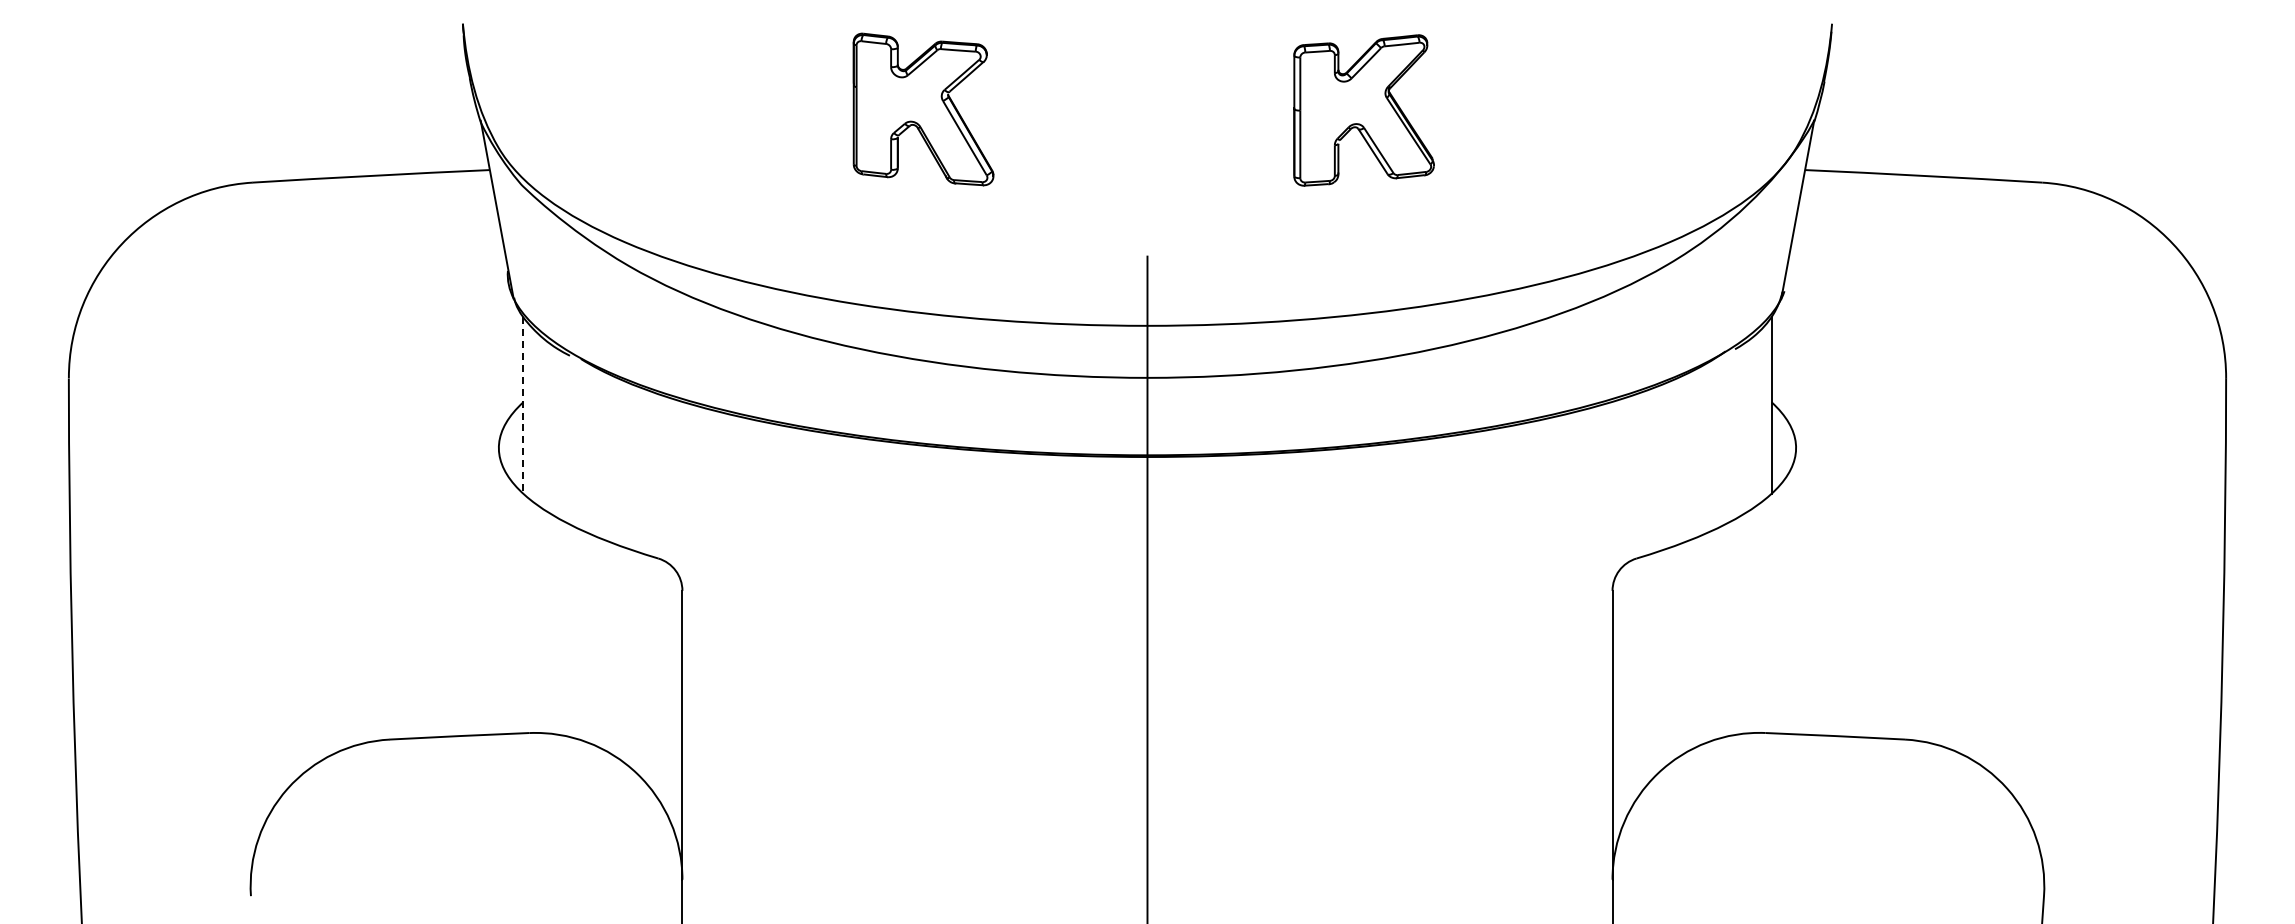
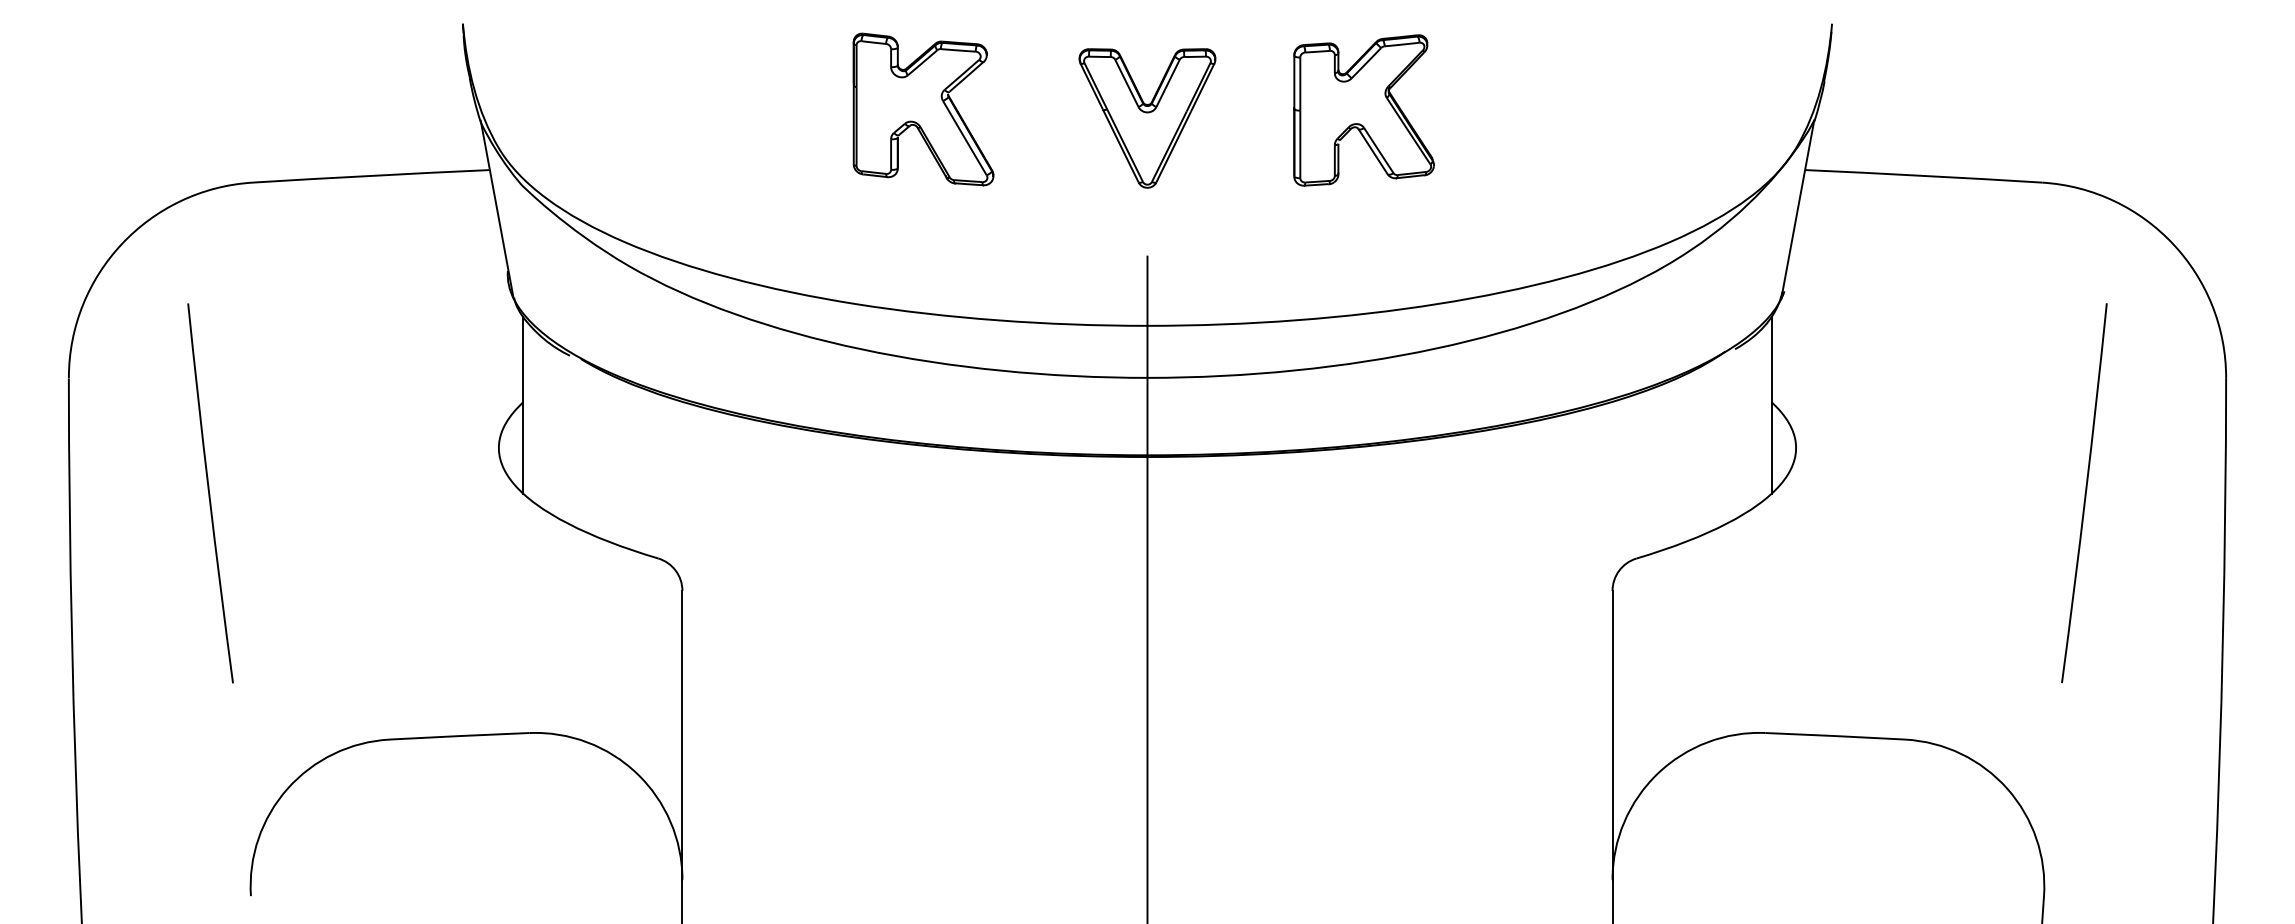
part at (1147, 118): none -> present
line at (523, 406): dashed -> solid
arc at (210, 493): none -> present
arc at (2084, 493): none -> present
